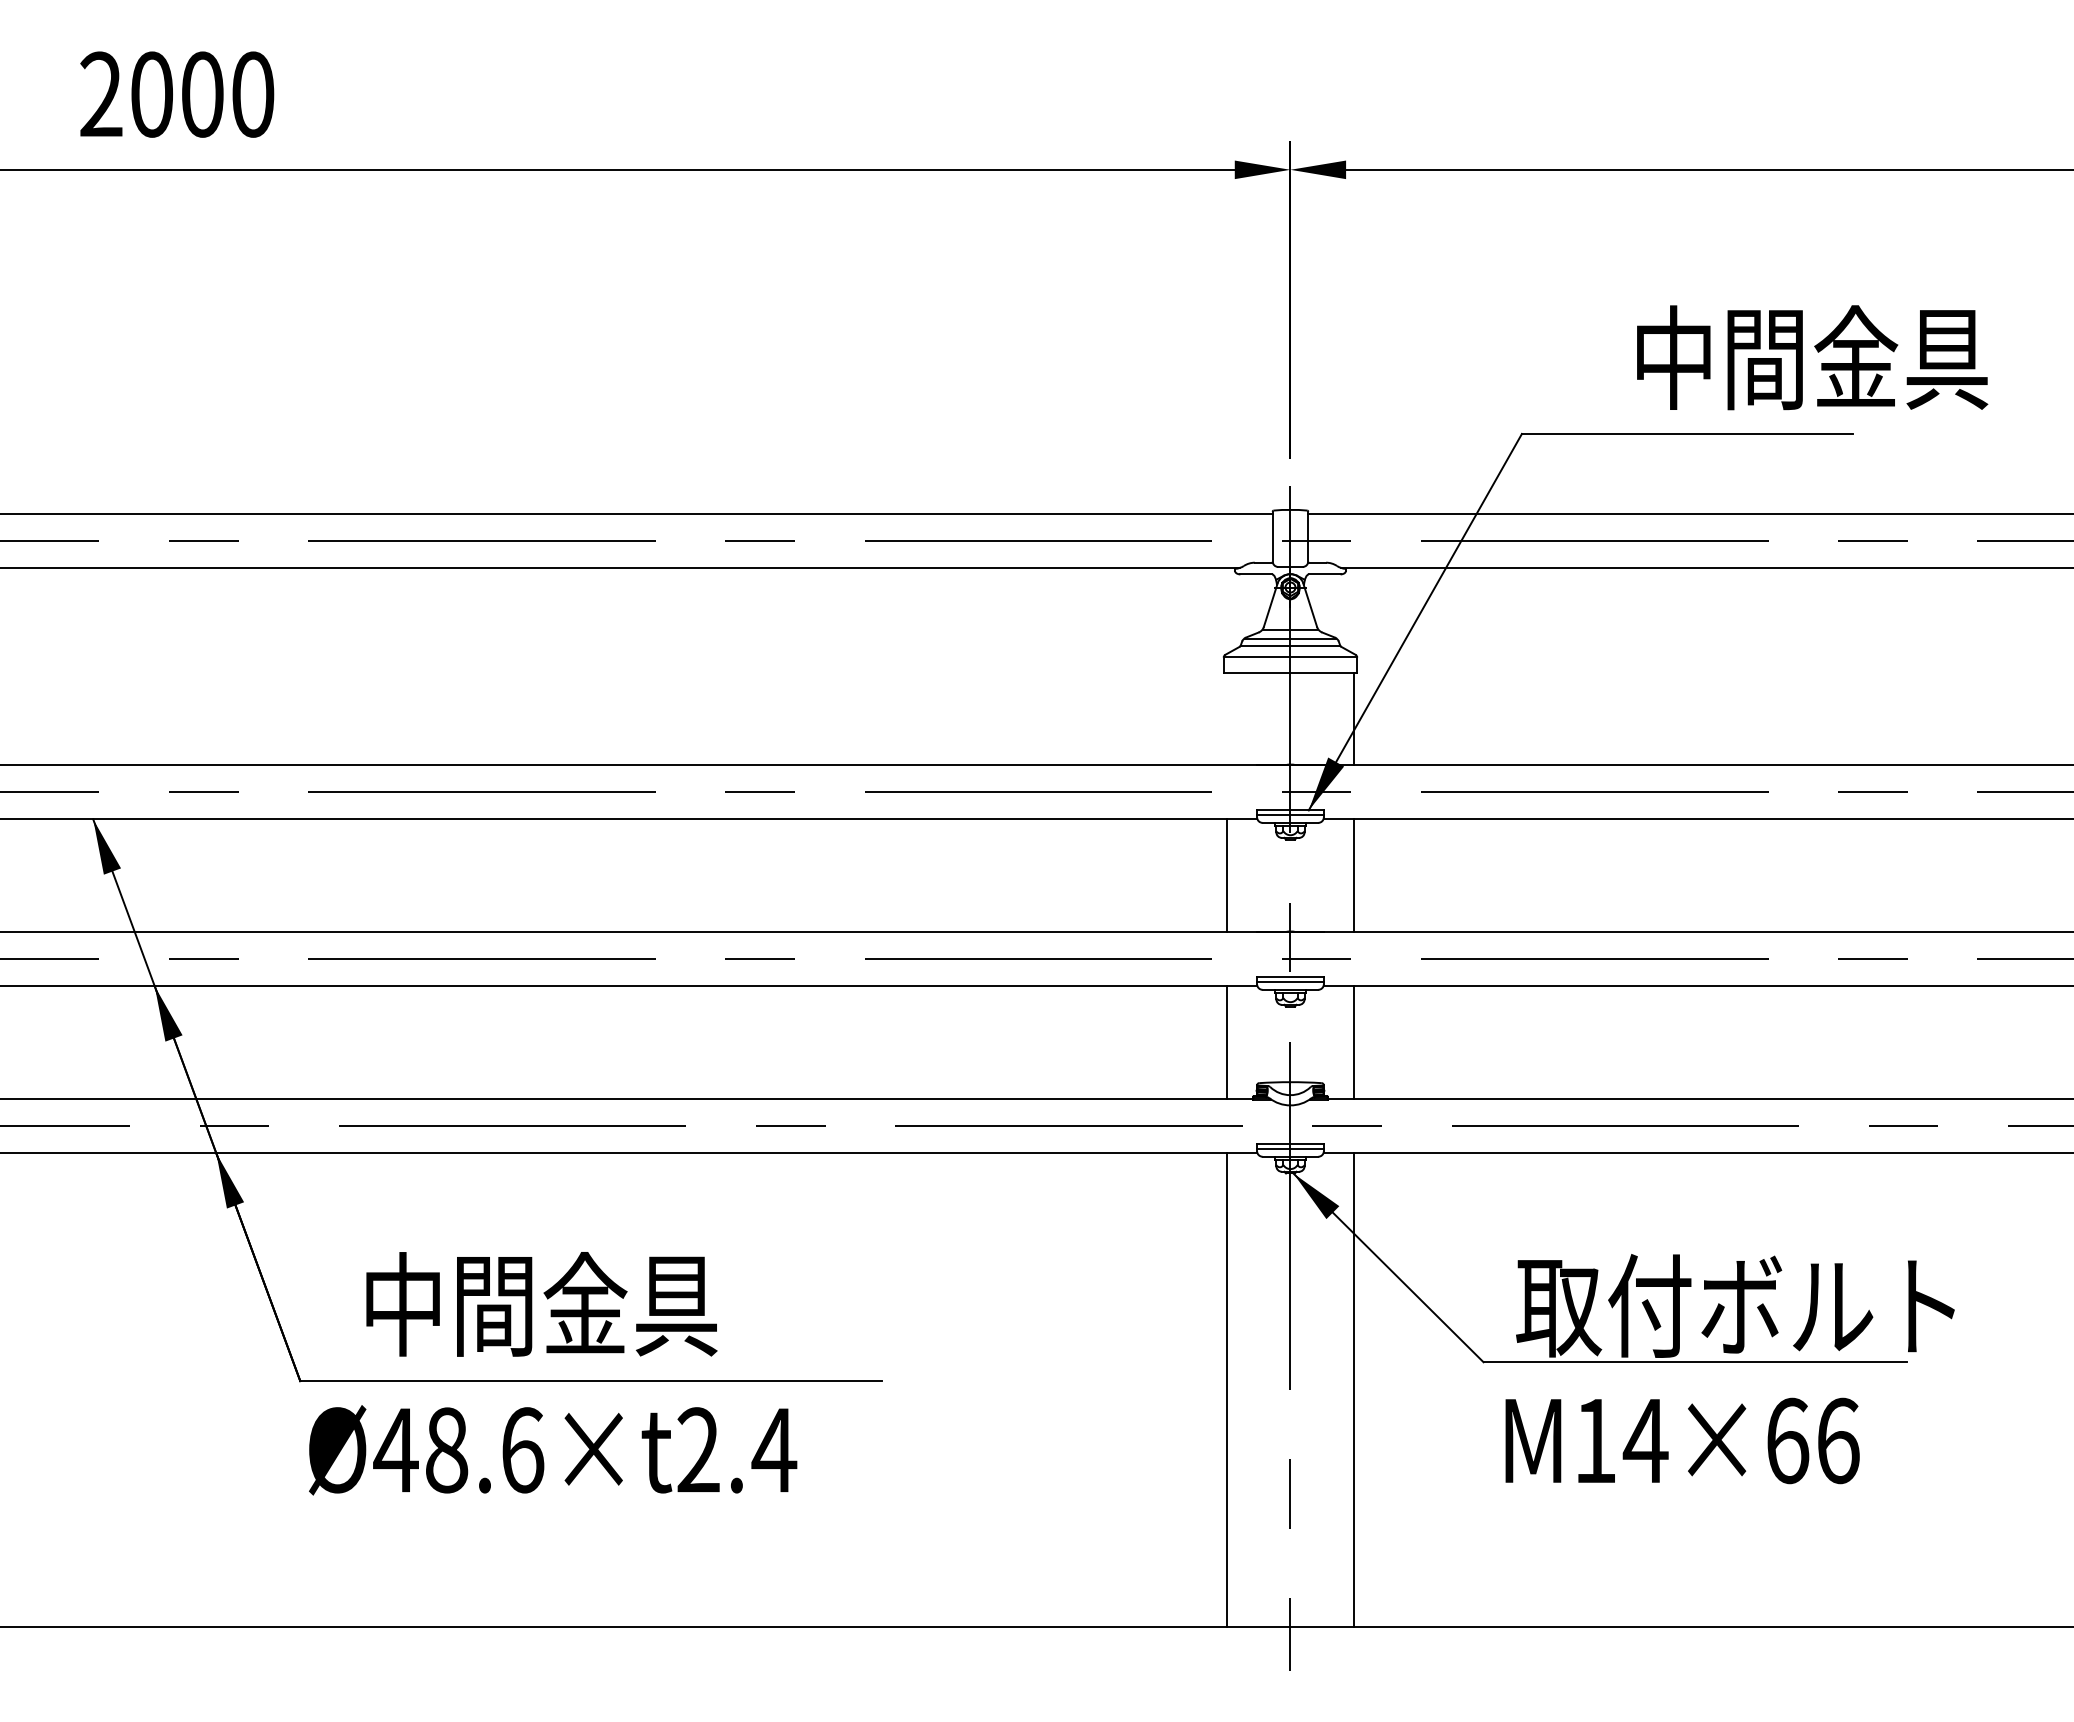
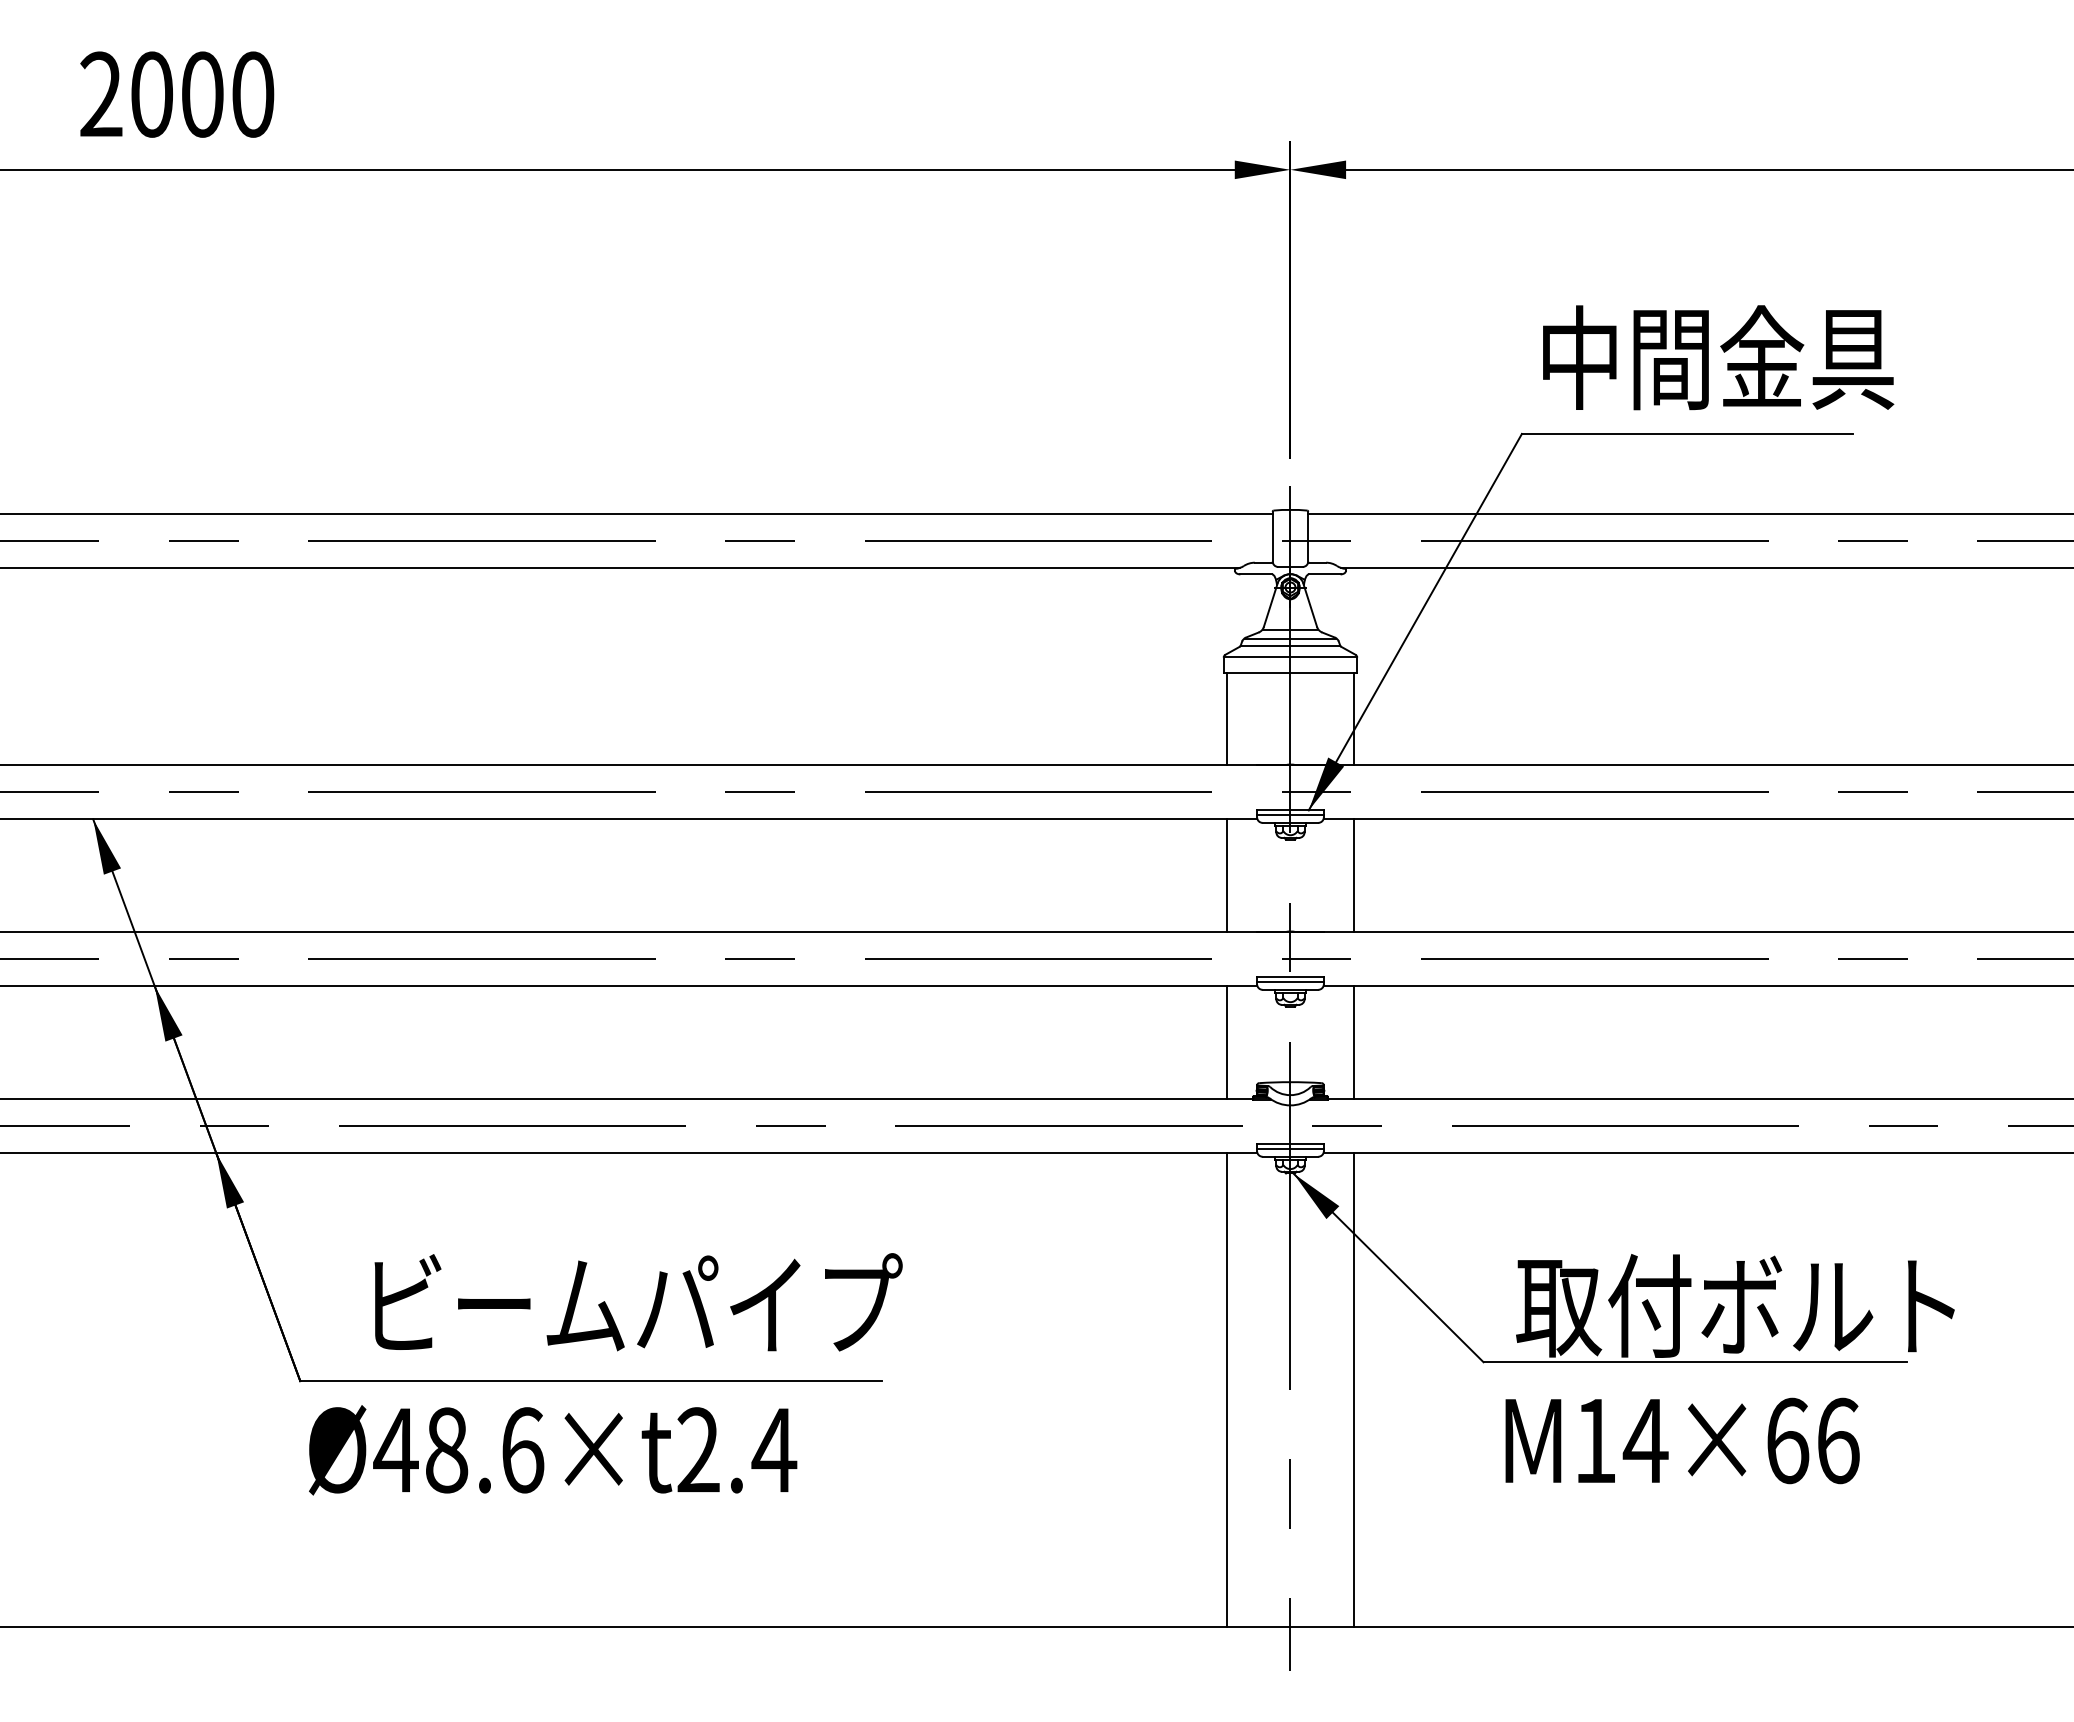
text at (1812, 357) position: (1812, 357) -> (1718, 357)
line at (1226, 719): none -> present
text at (634, 1304): 中間金具 -> ビームパイプ
